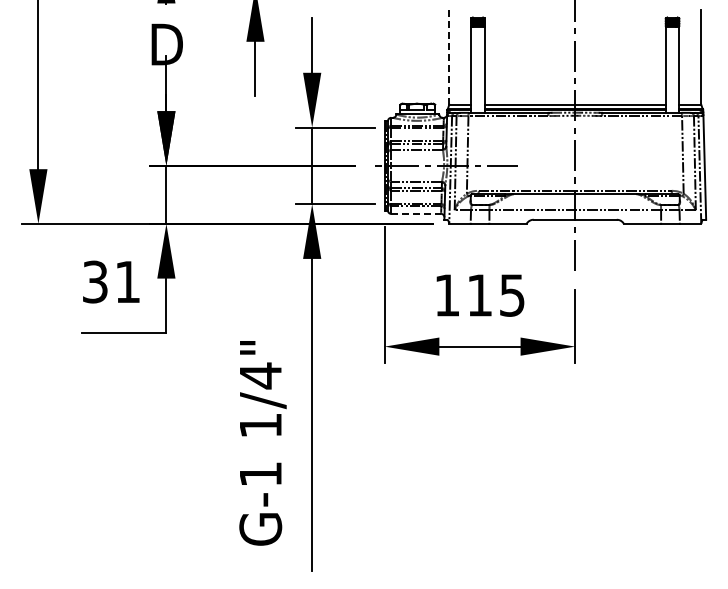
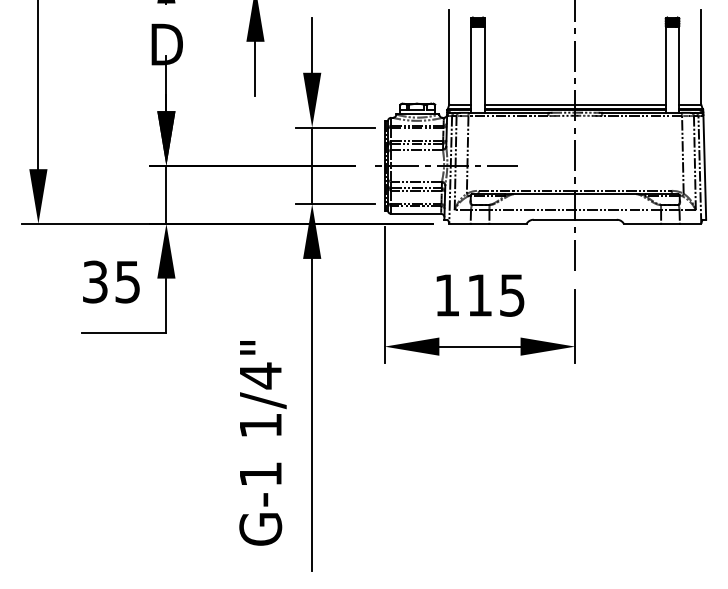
line at (449, 57): dashed -> solid
line at (416, 213): dashed -> solid
text at (127, 282): 31 -> 35
